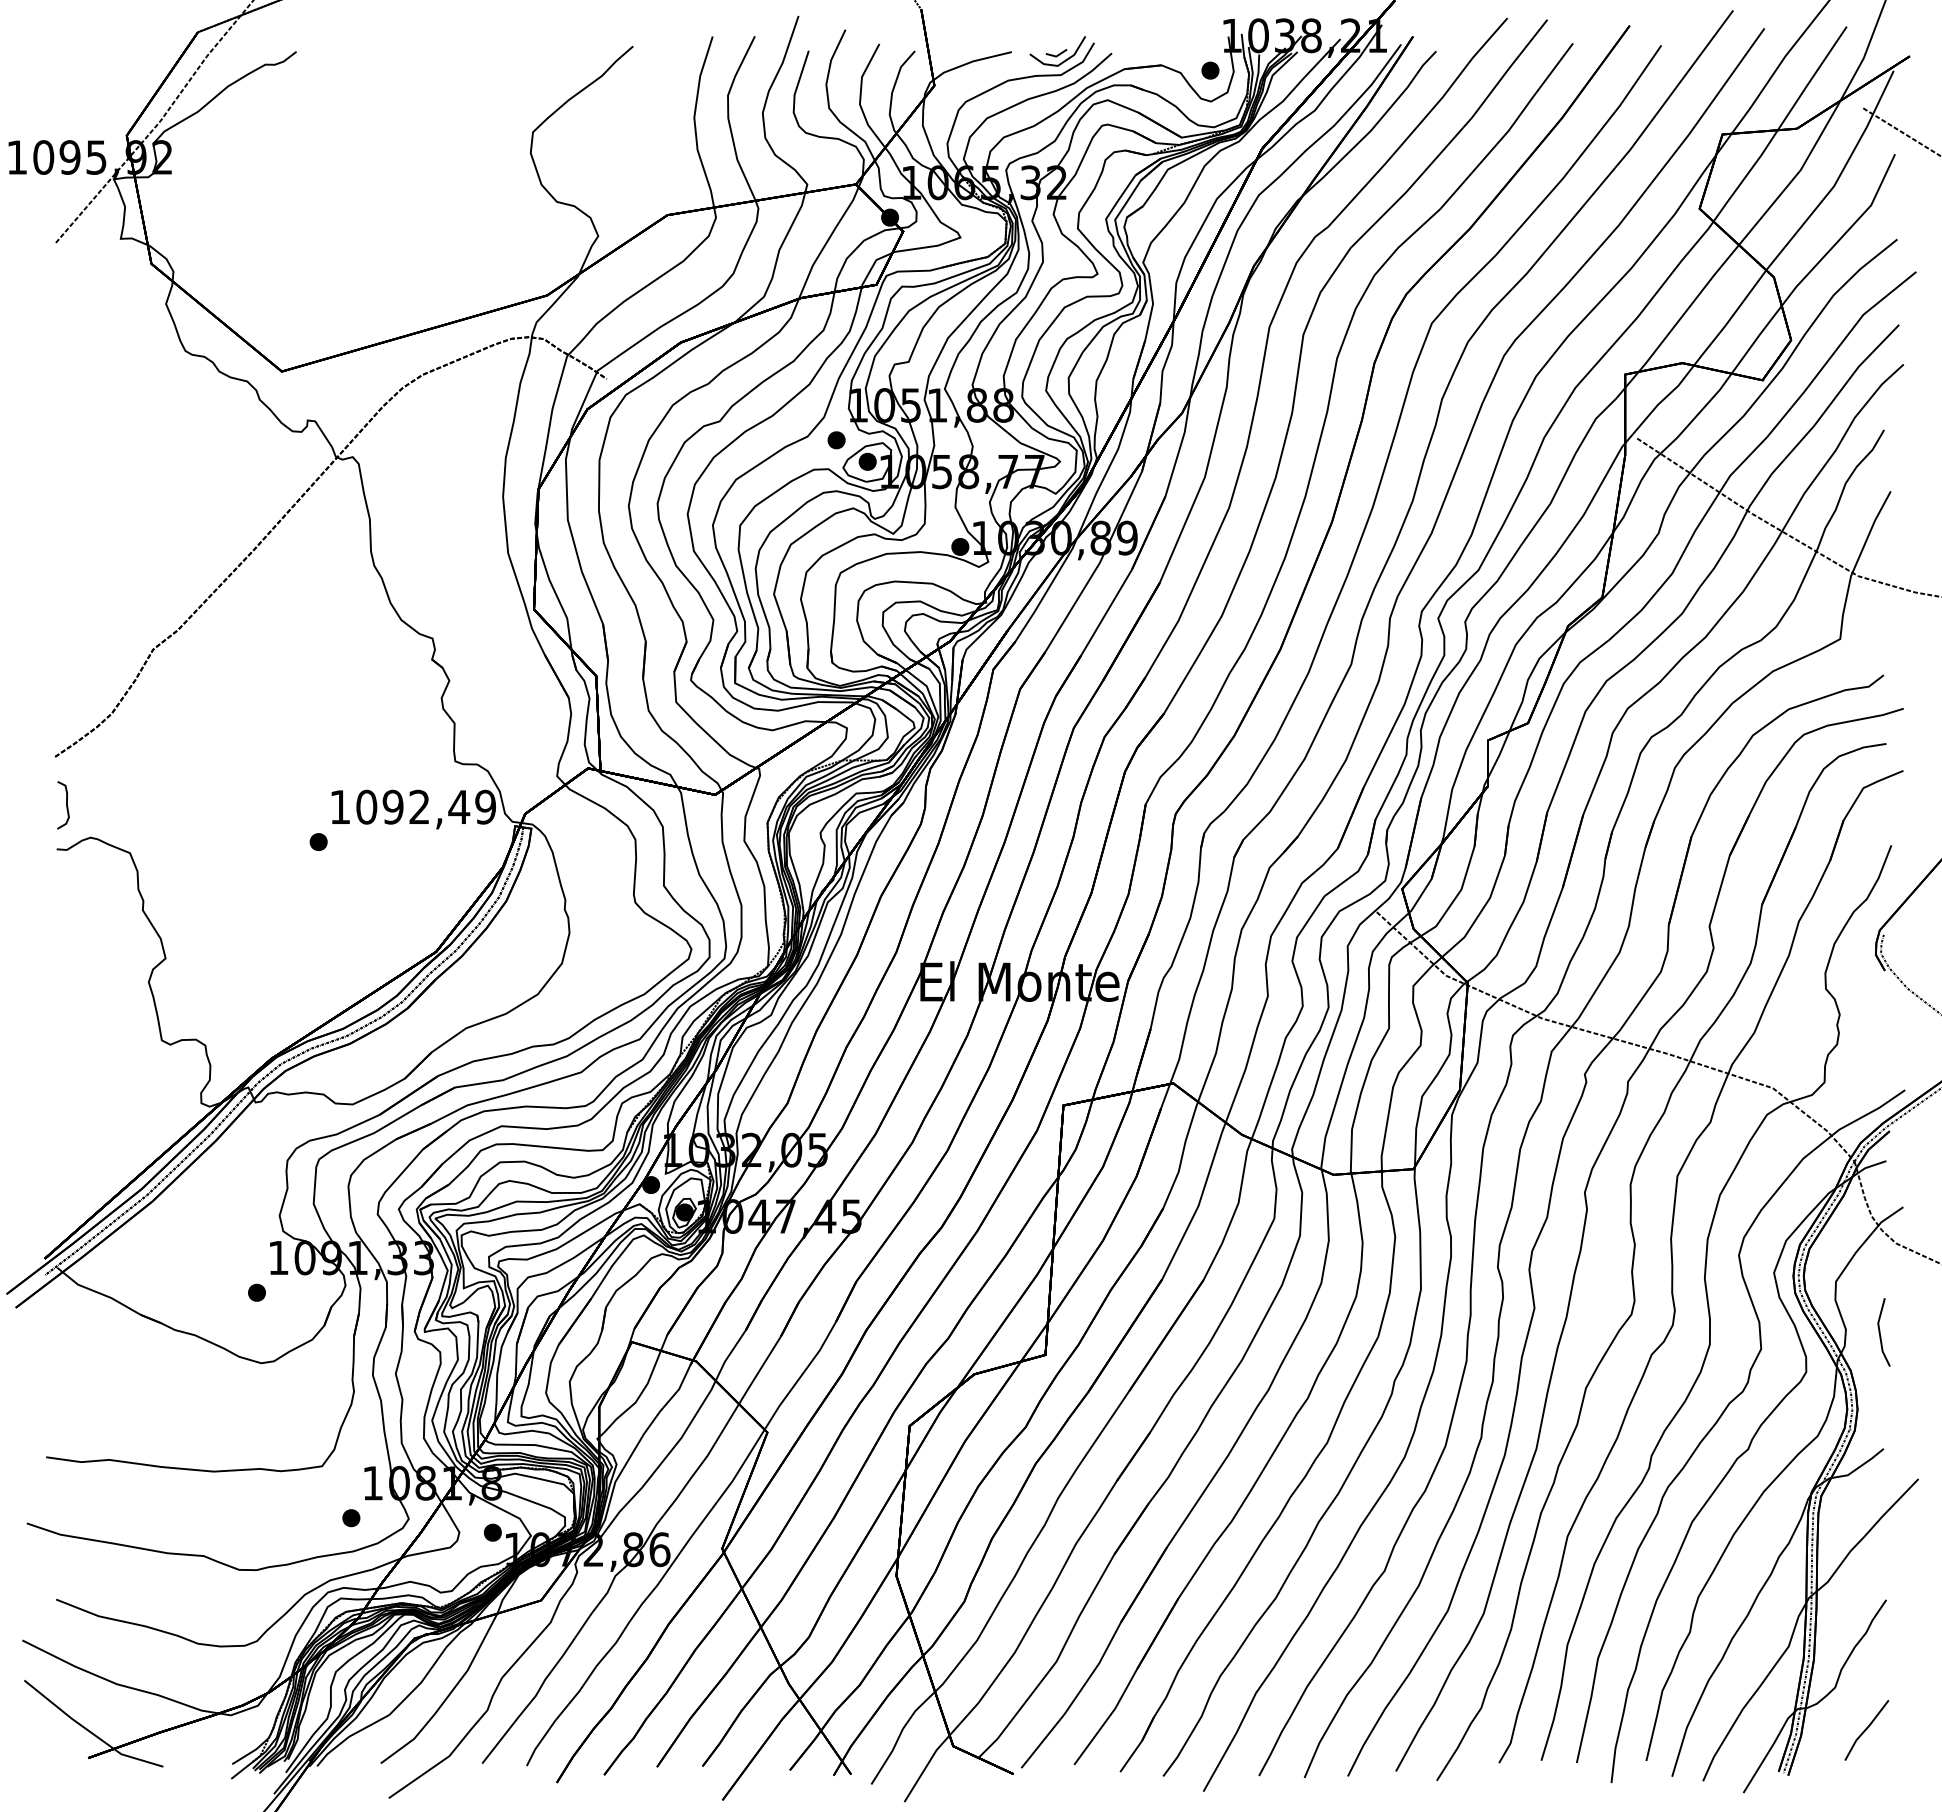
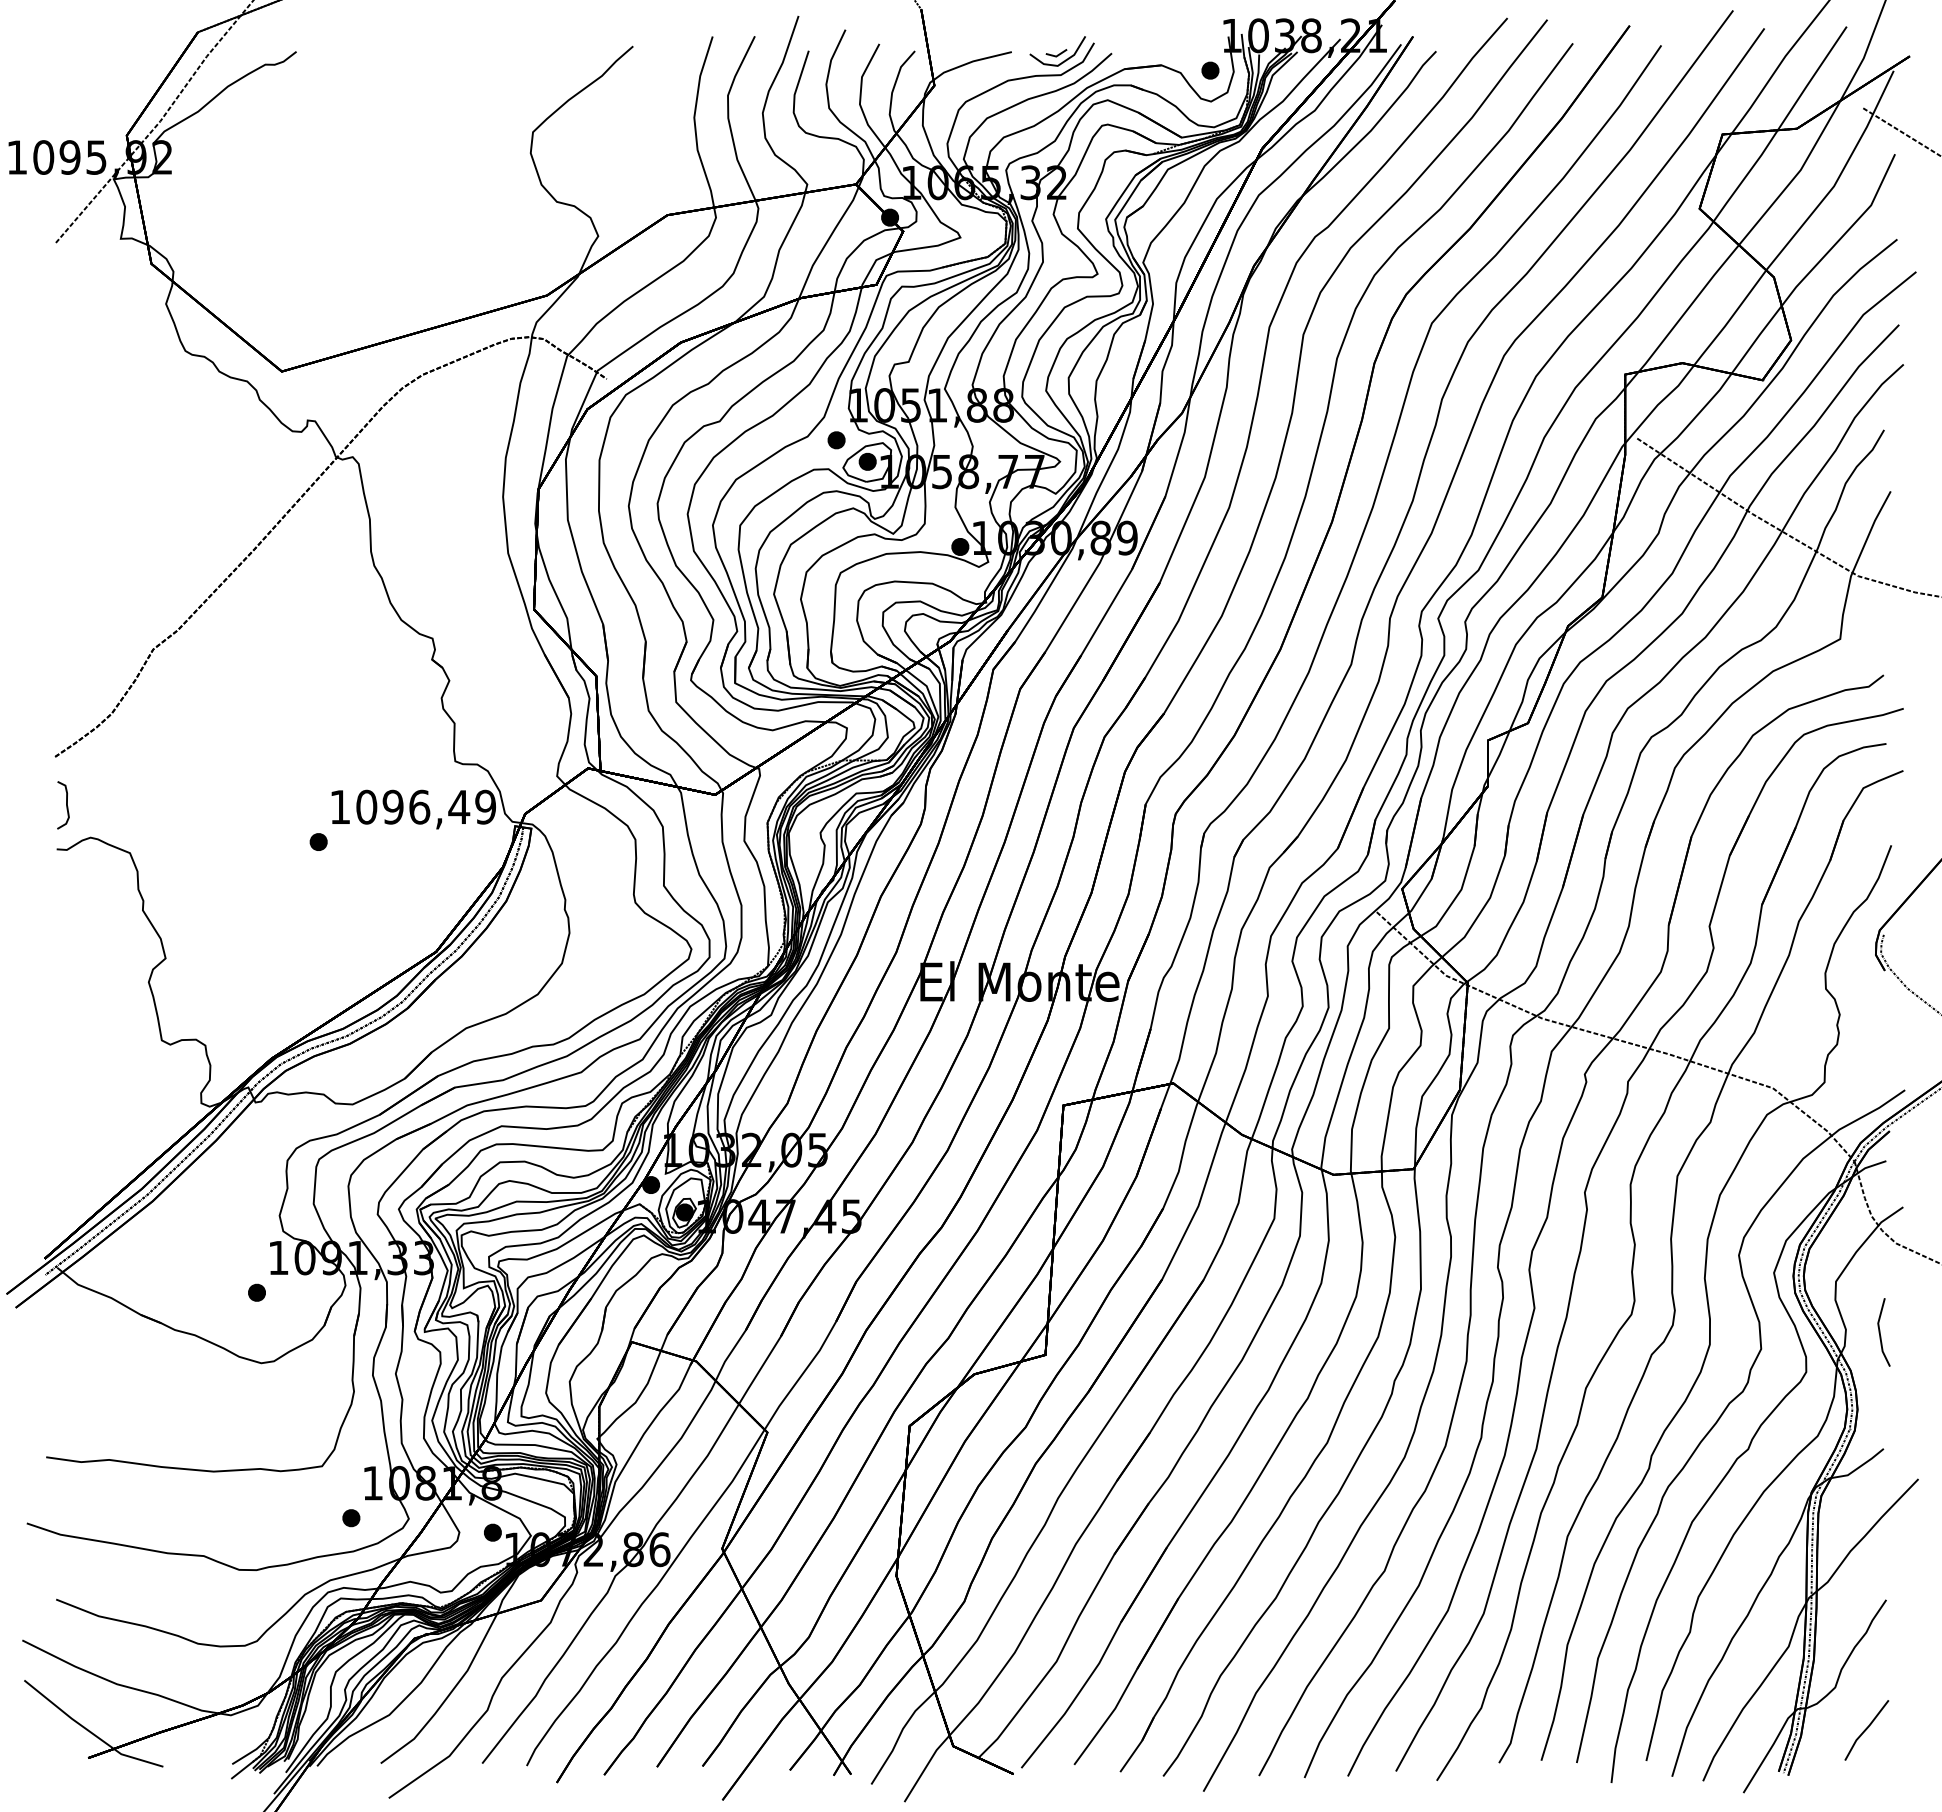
text at (419, 806): 1092,49 -> 1096,49
